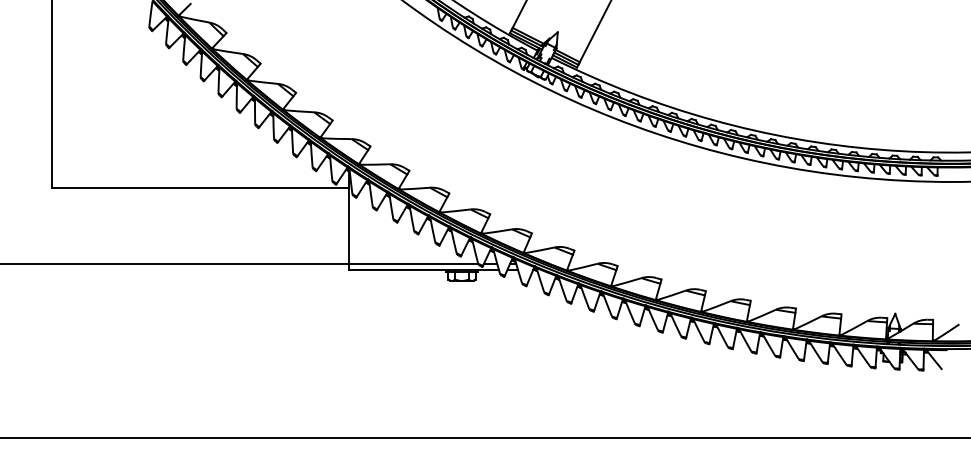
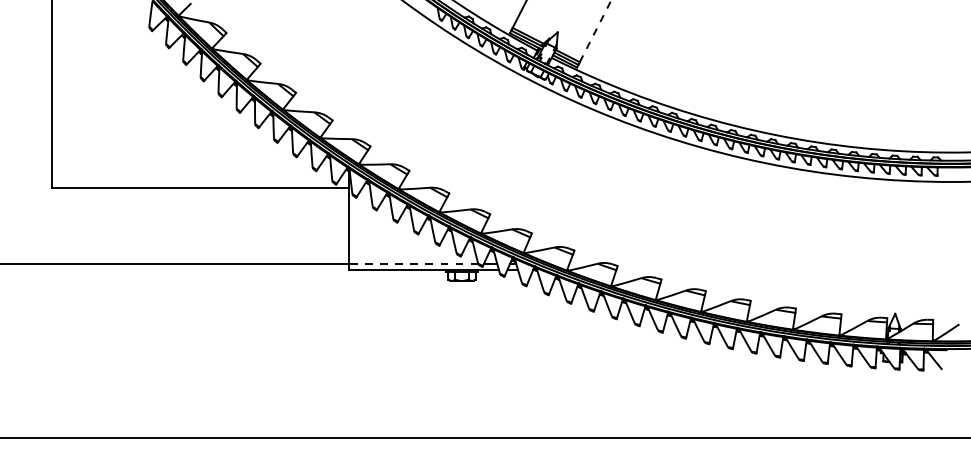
line at (595, 31): solid -> dashed
line at (413, 263): solid -> dashed
